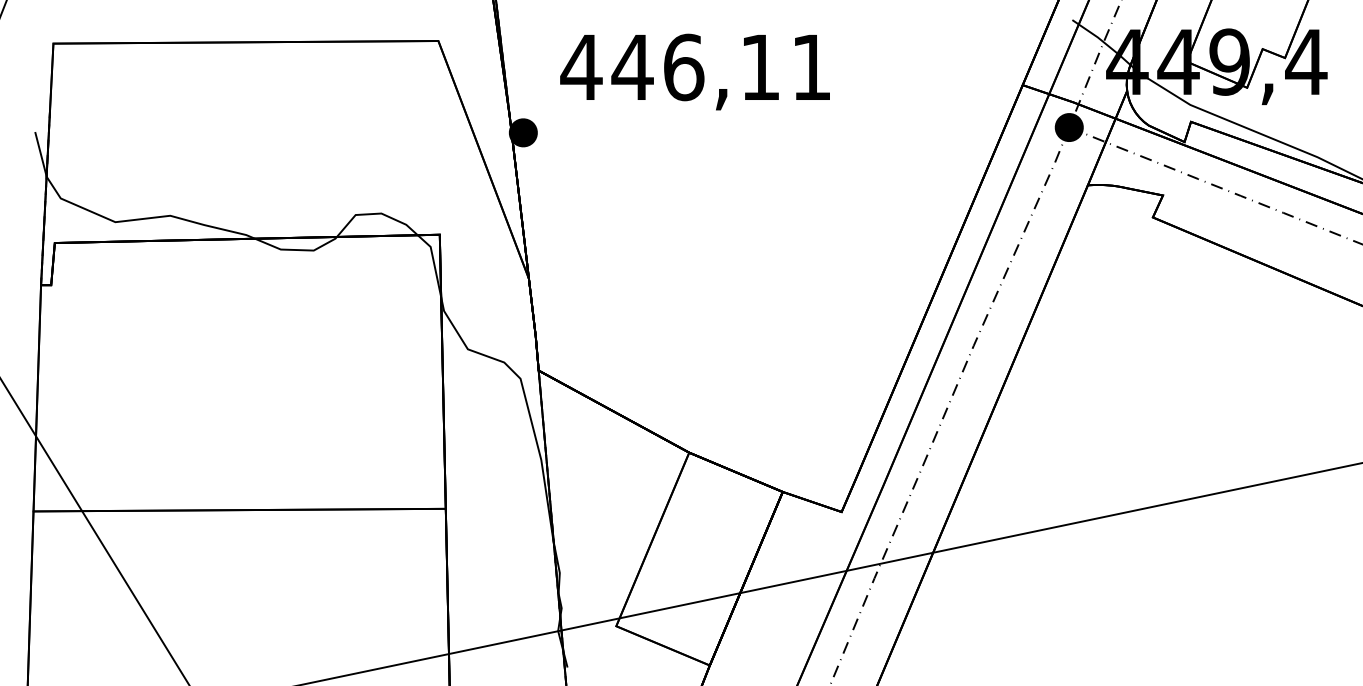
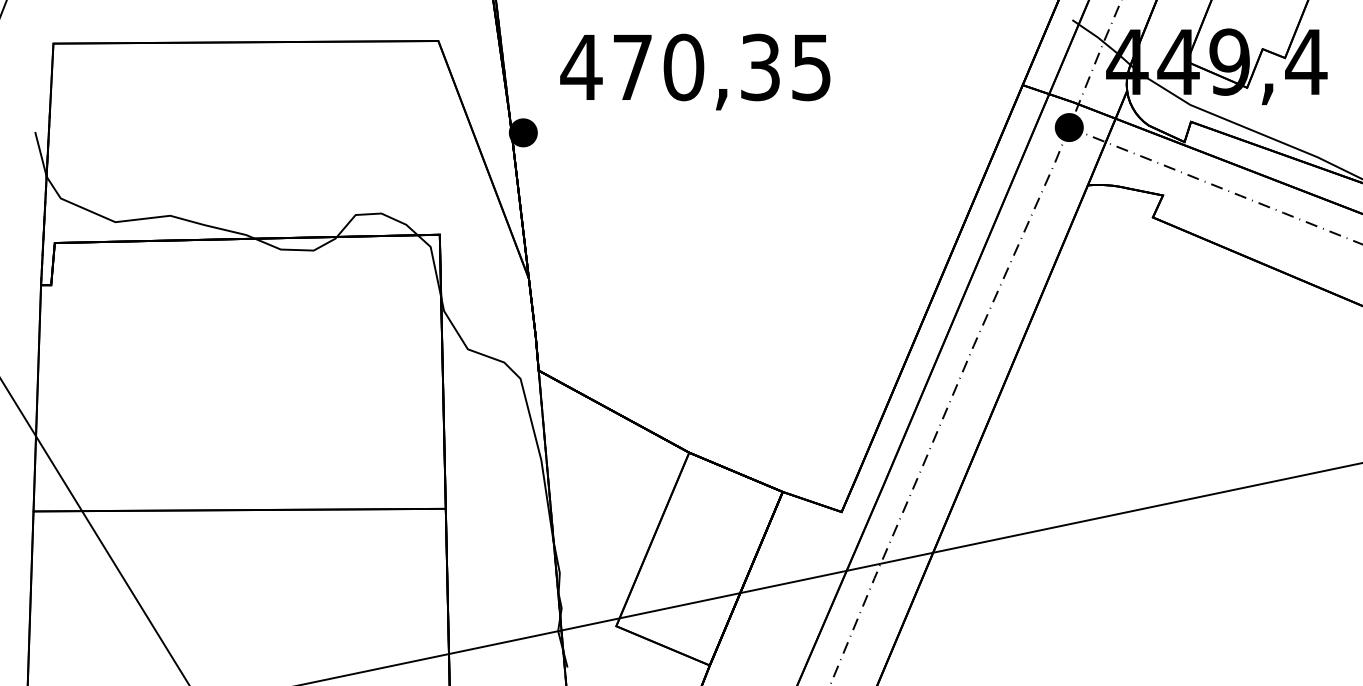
text at (720, 67): 446,11 -> 470,35
